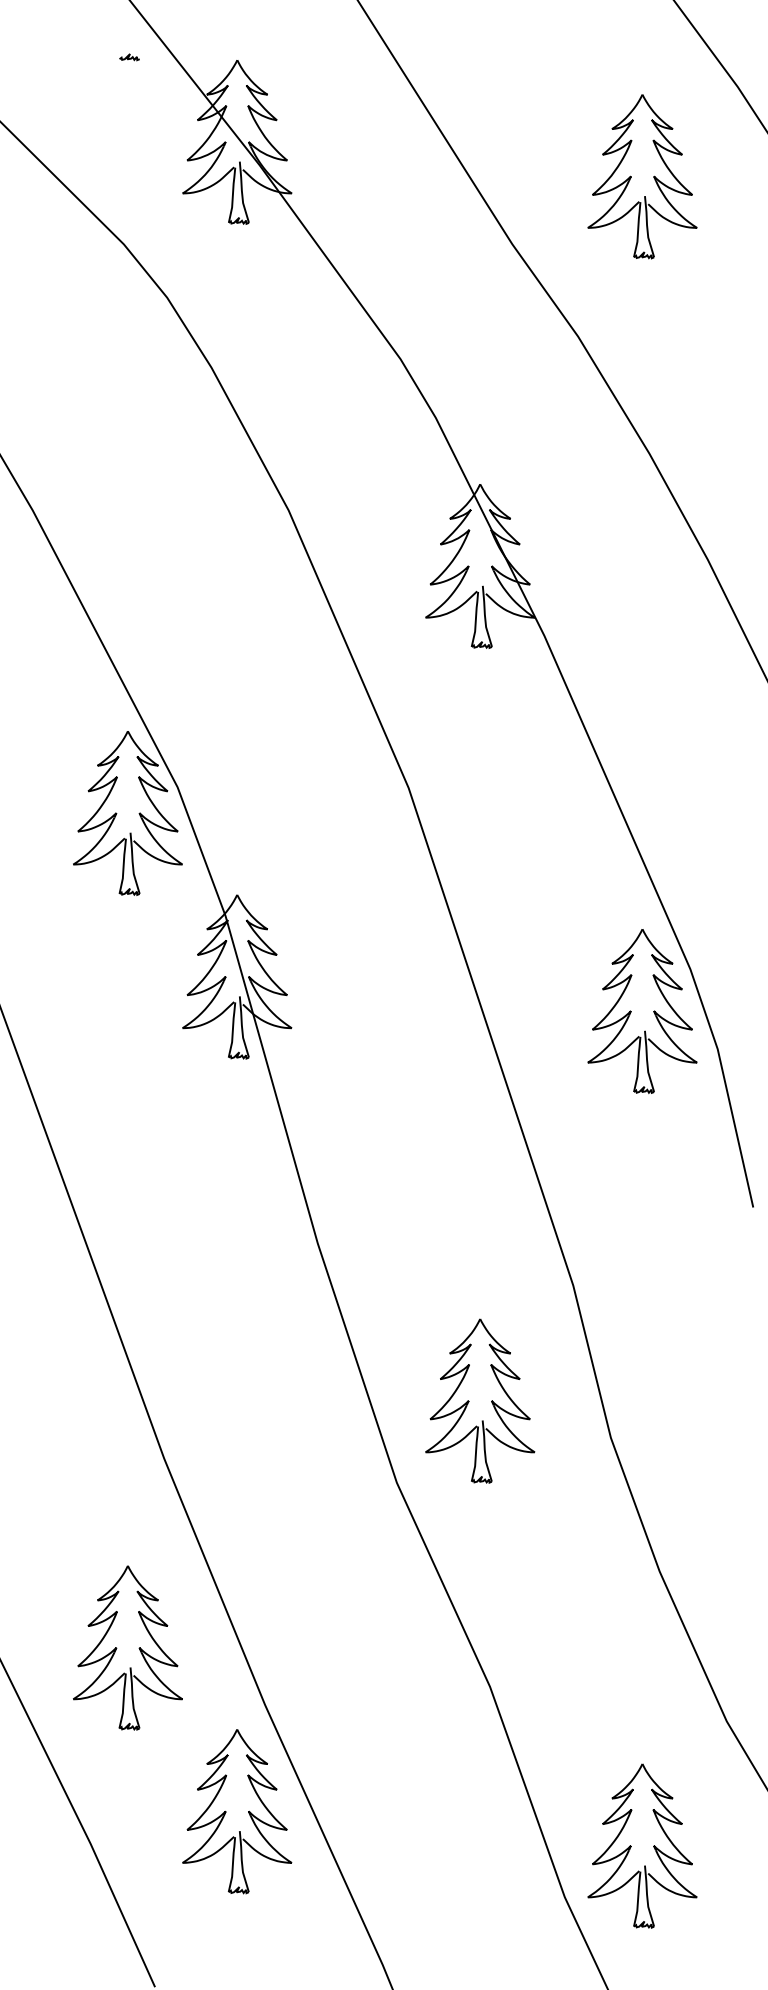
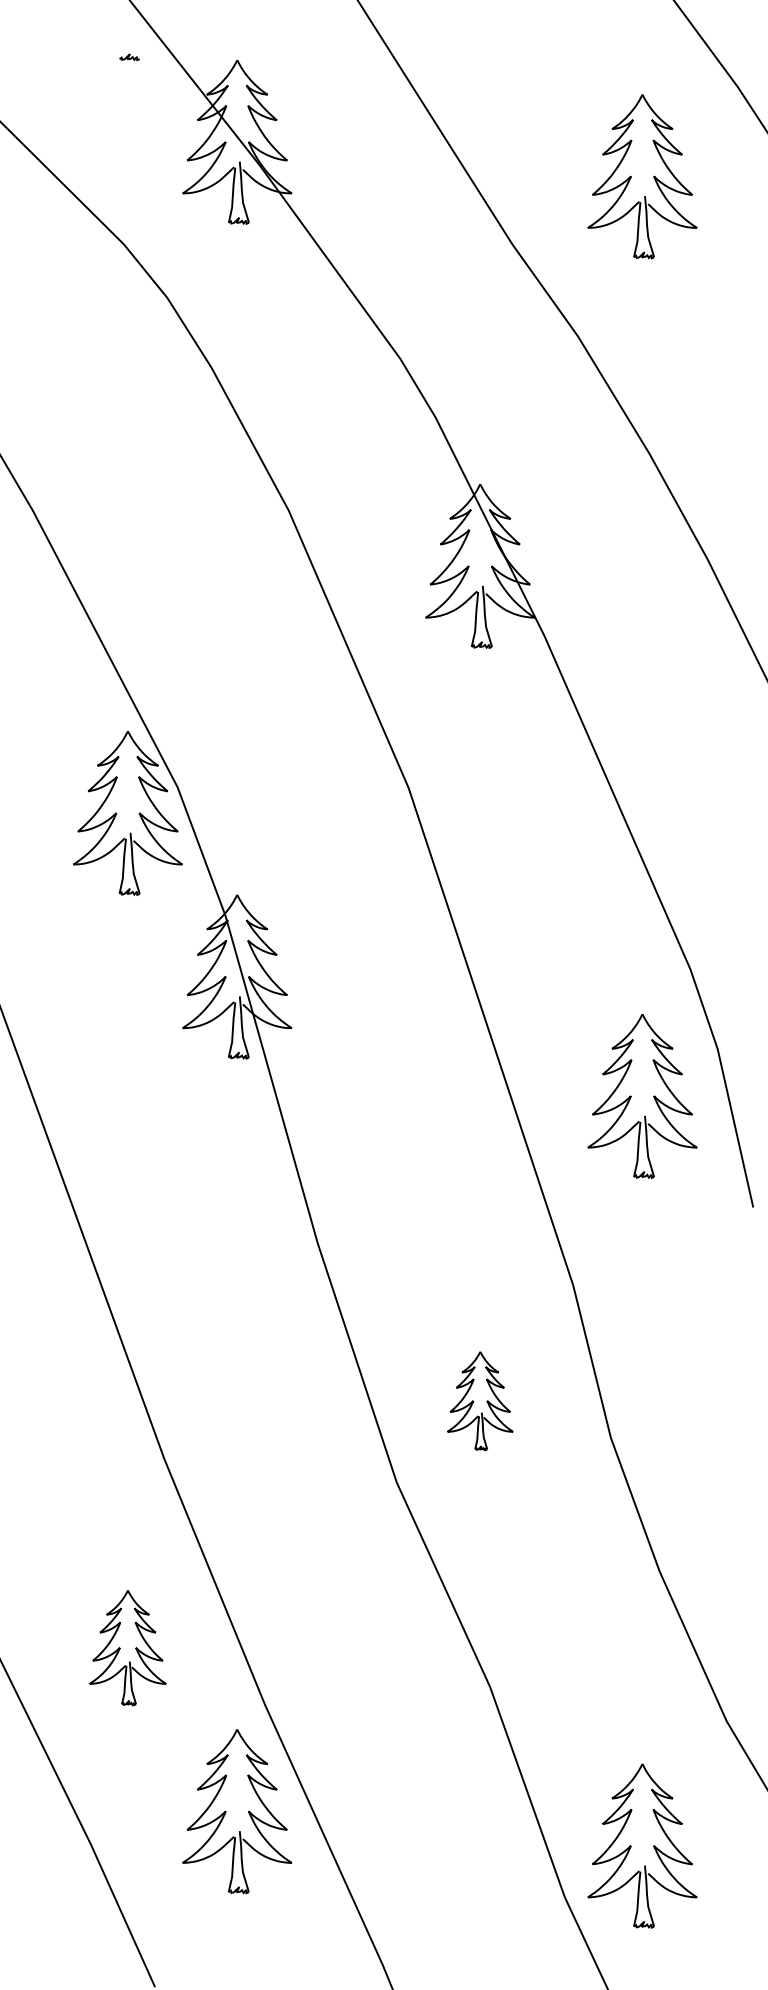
part at (642, 1011) position: (642, 1011) -> (642, 1096)
part at (480, 1400) size: 111x166 px -> 67x101 px
part at (127, 1647) size: 110x166 px -> 78x117 px
